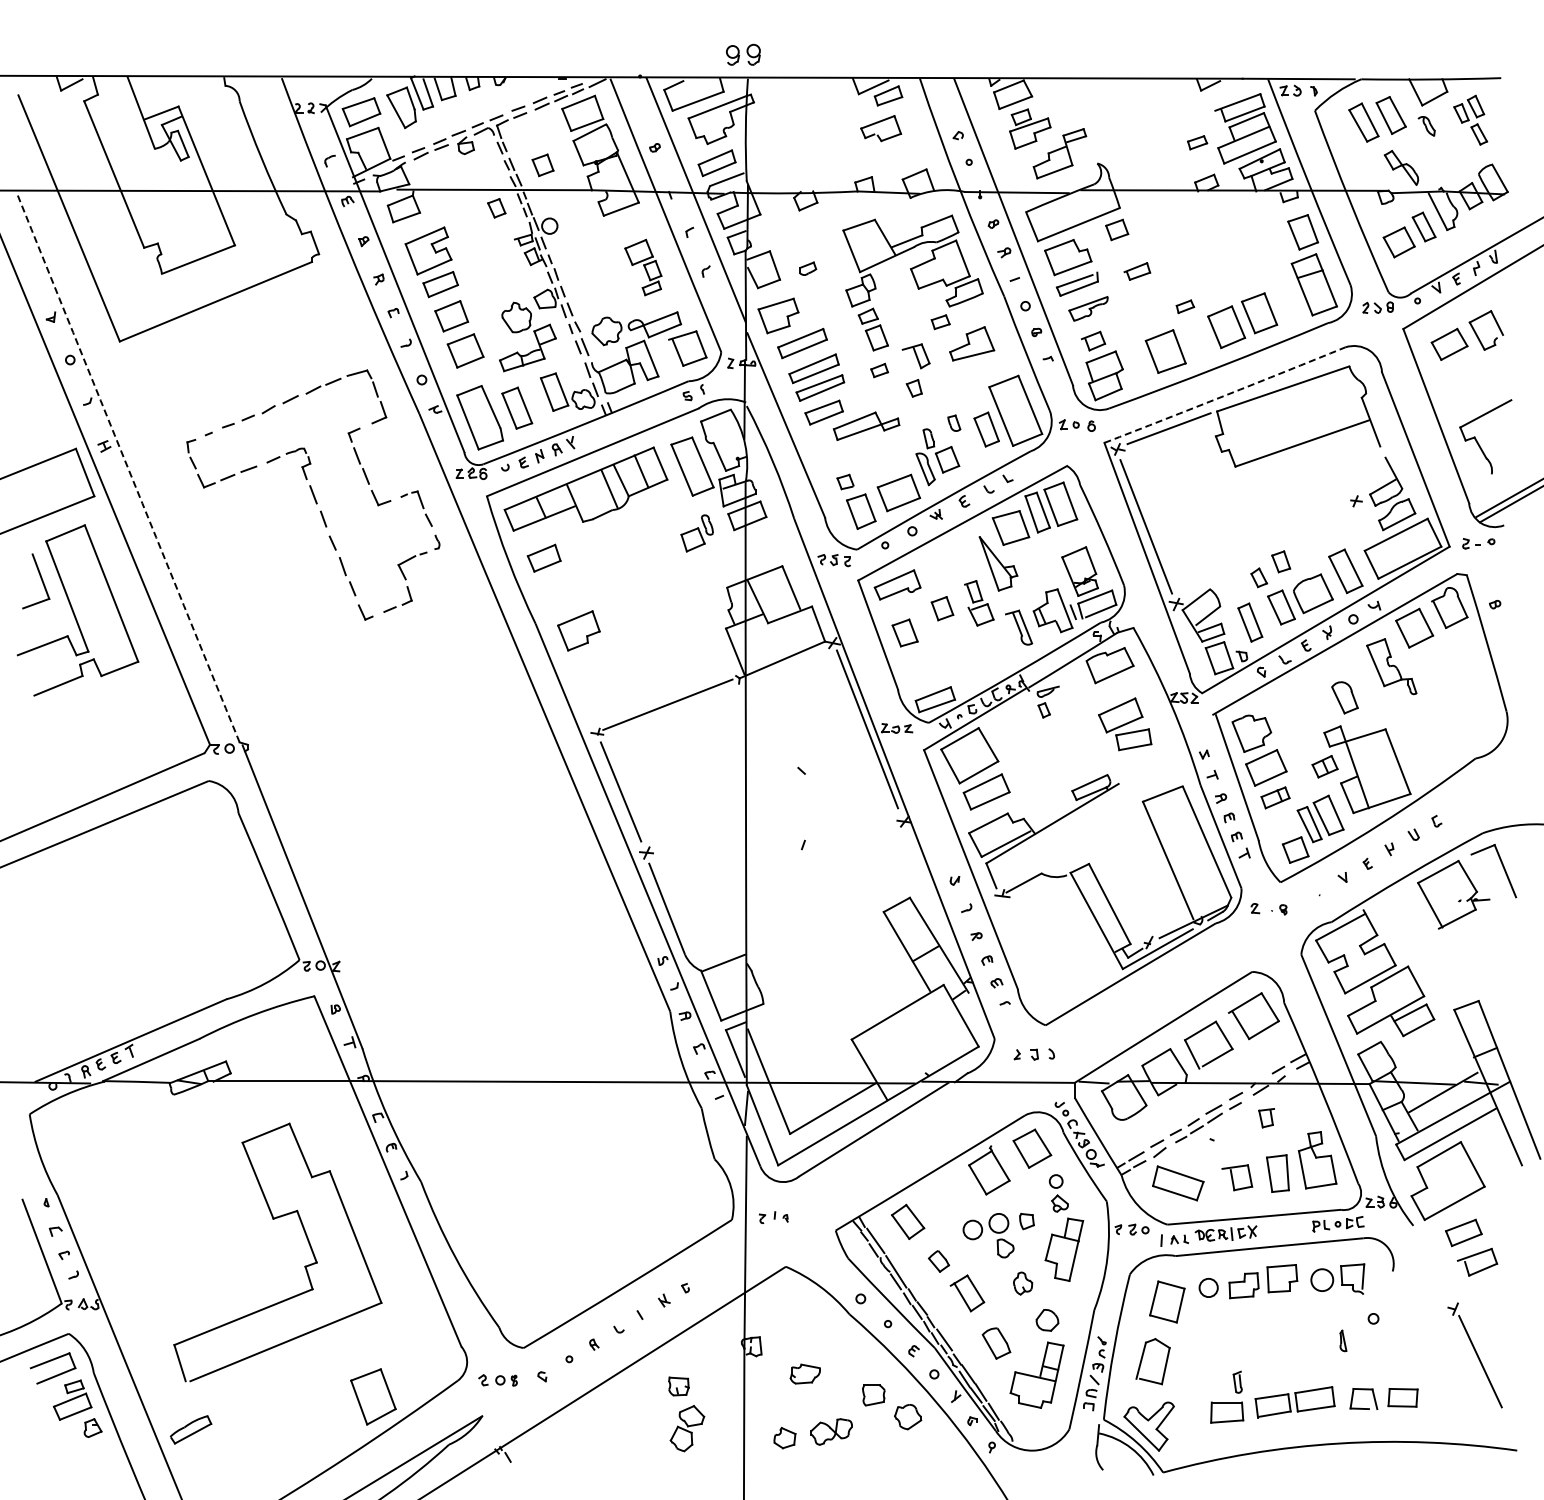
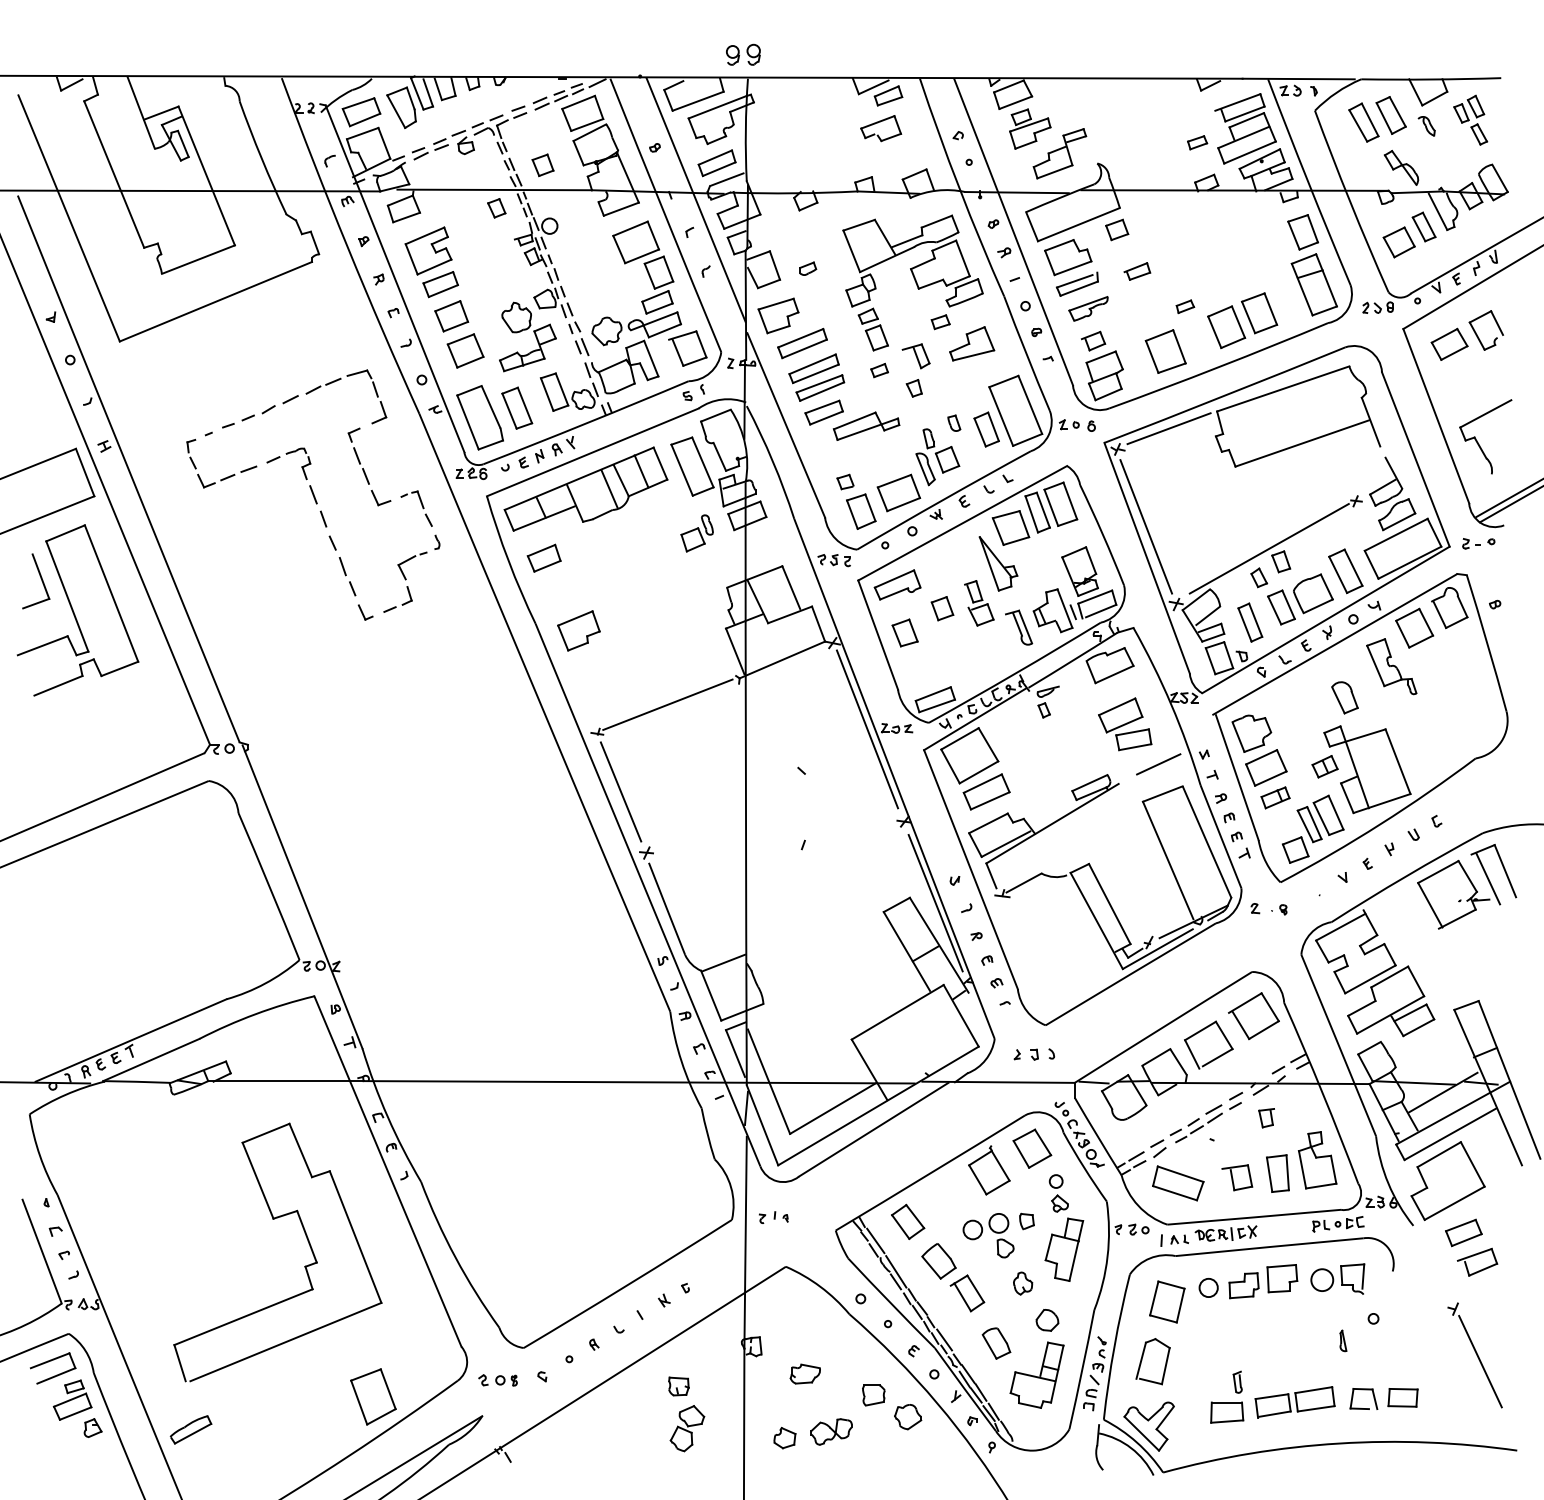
part at (643, 267) size: 39x59 px -> 63x95 px
arc at (1225, 395): dashed -> solid
arc at (128, 469): dashed -> solid
line at (1268, 548): none -> present
line at (1158, 764): none -> present
line at (1488, 878): none -> present
line at (935, 902): none -> present
part at (939, 1261) size: 23x23 px -> 36x37 px
